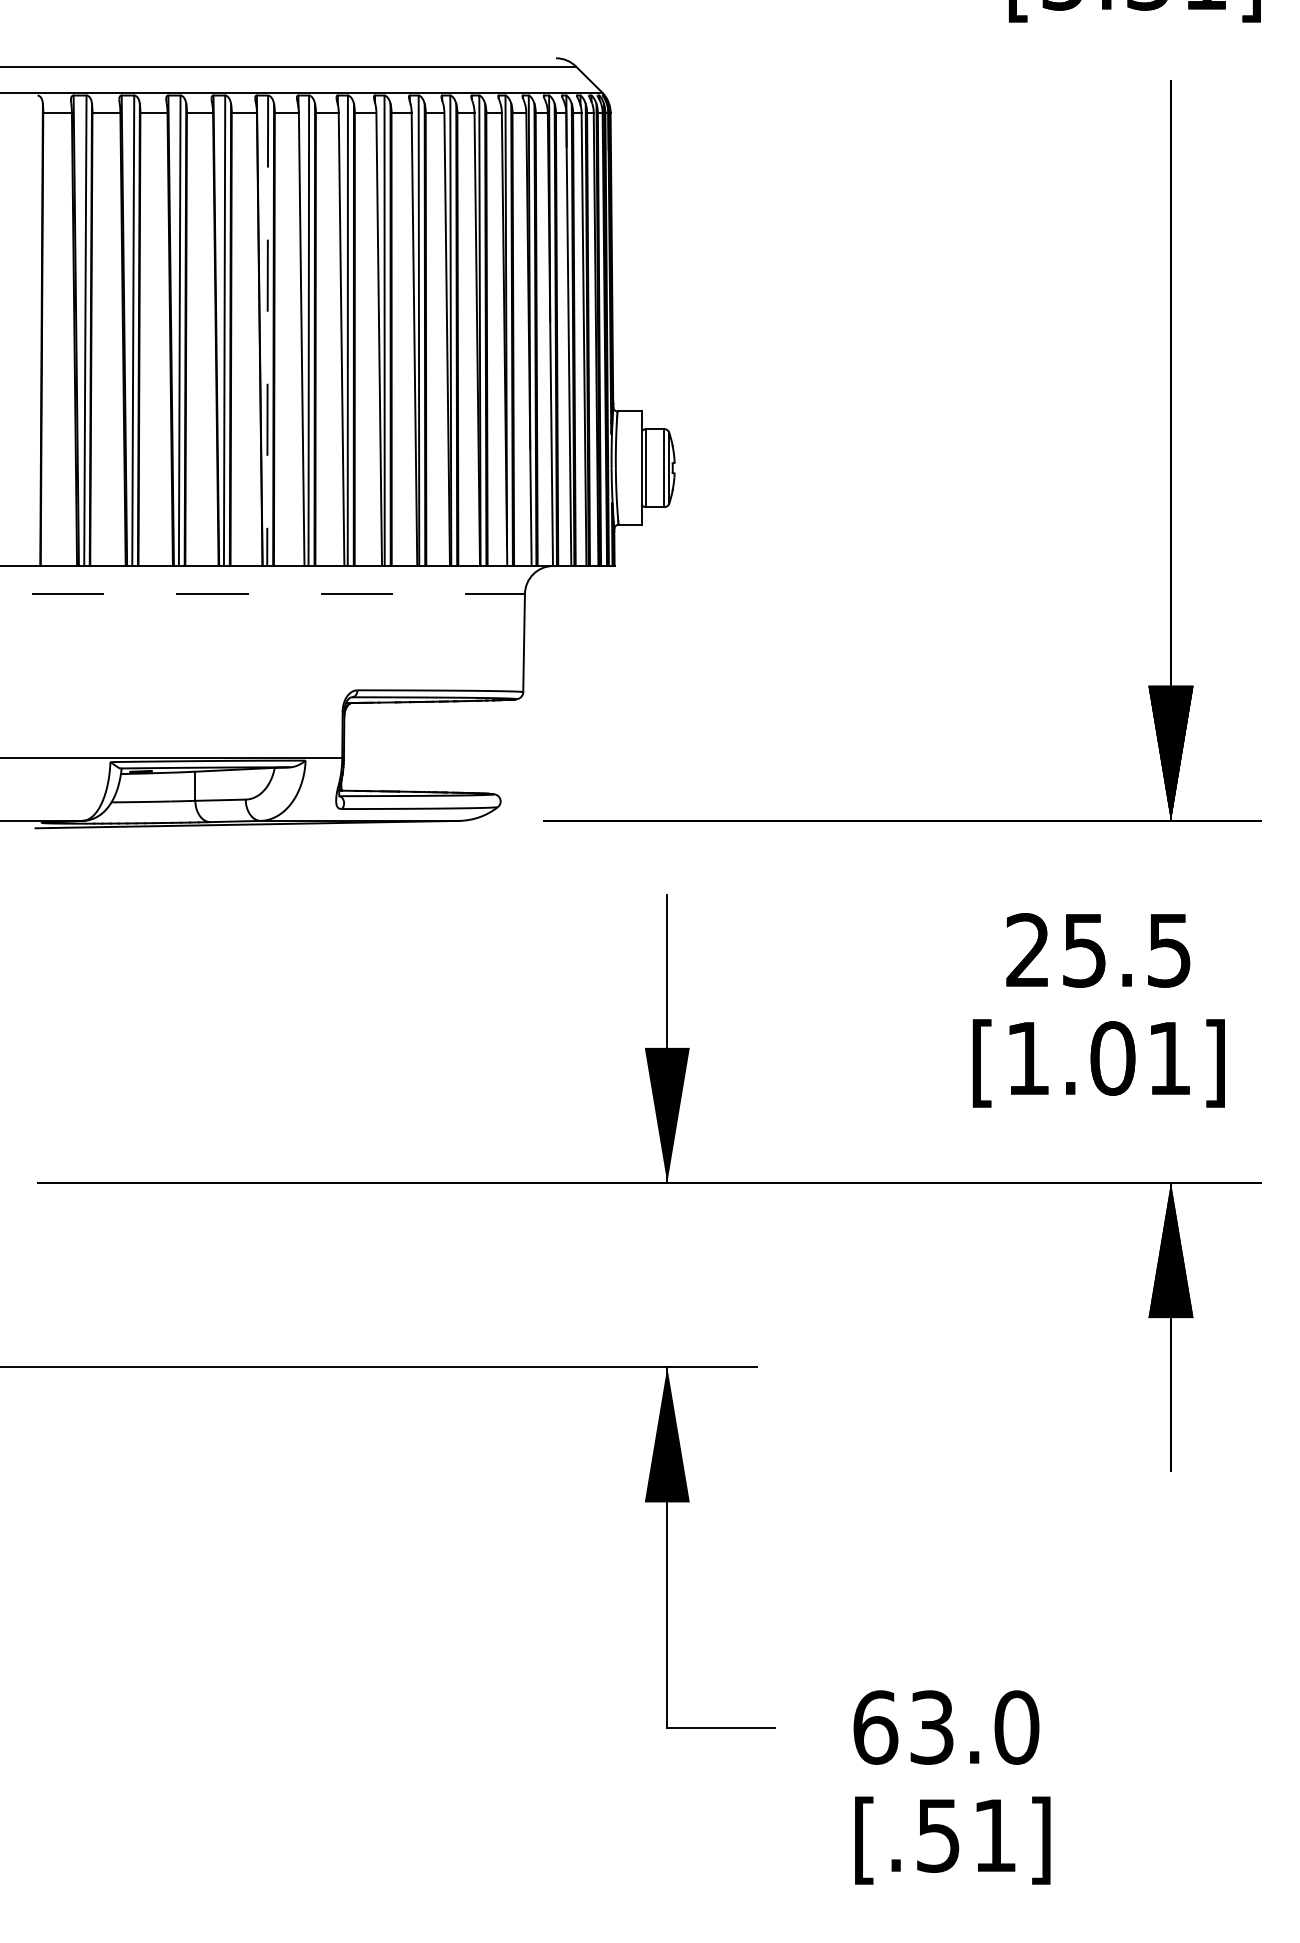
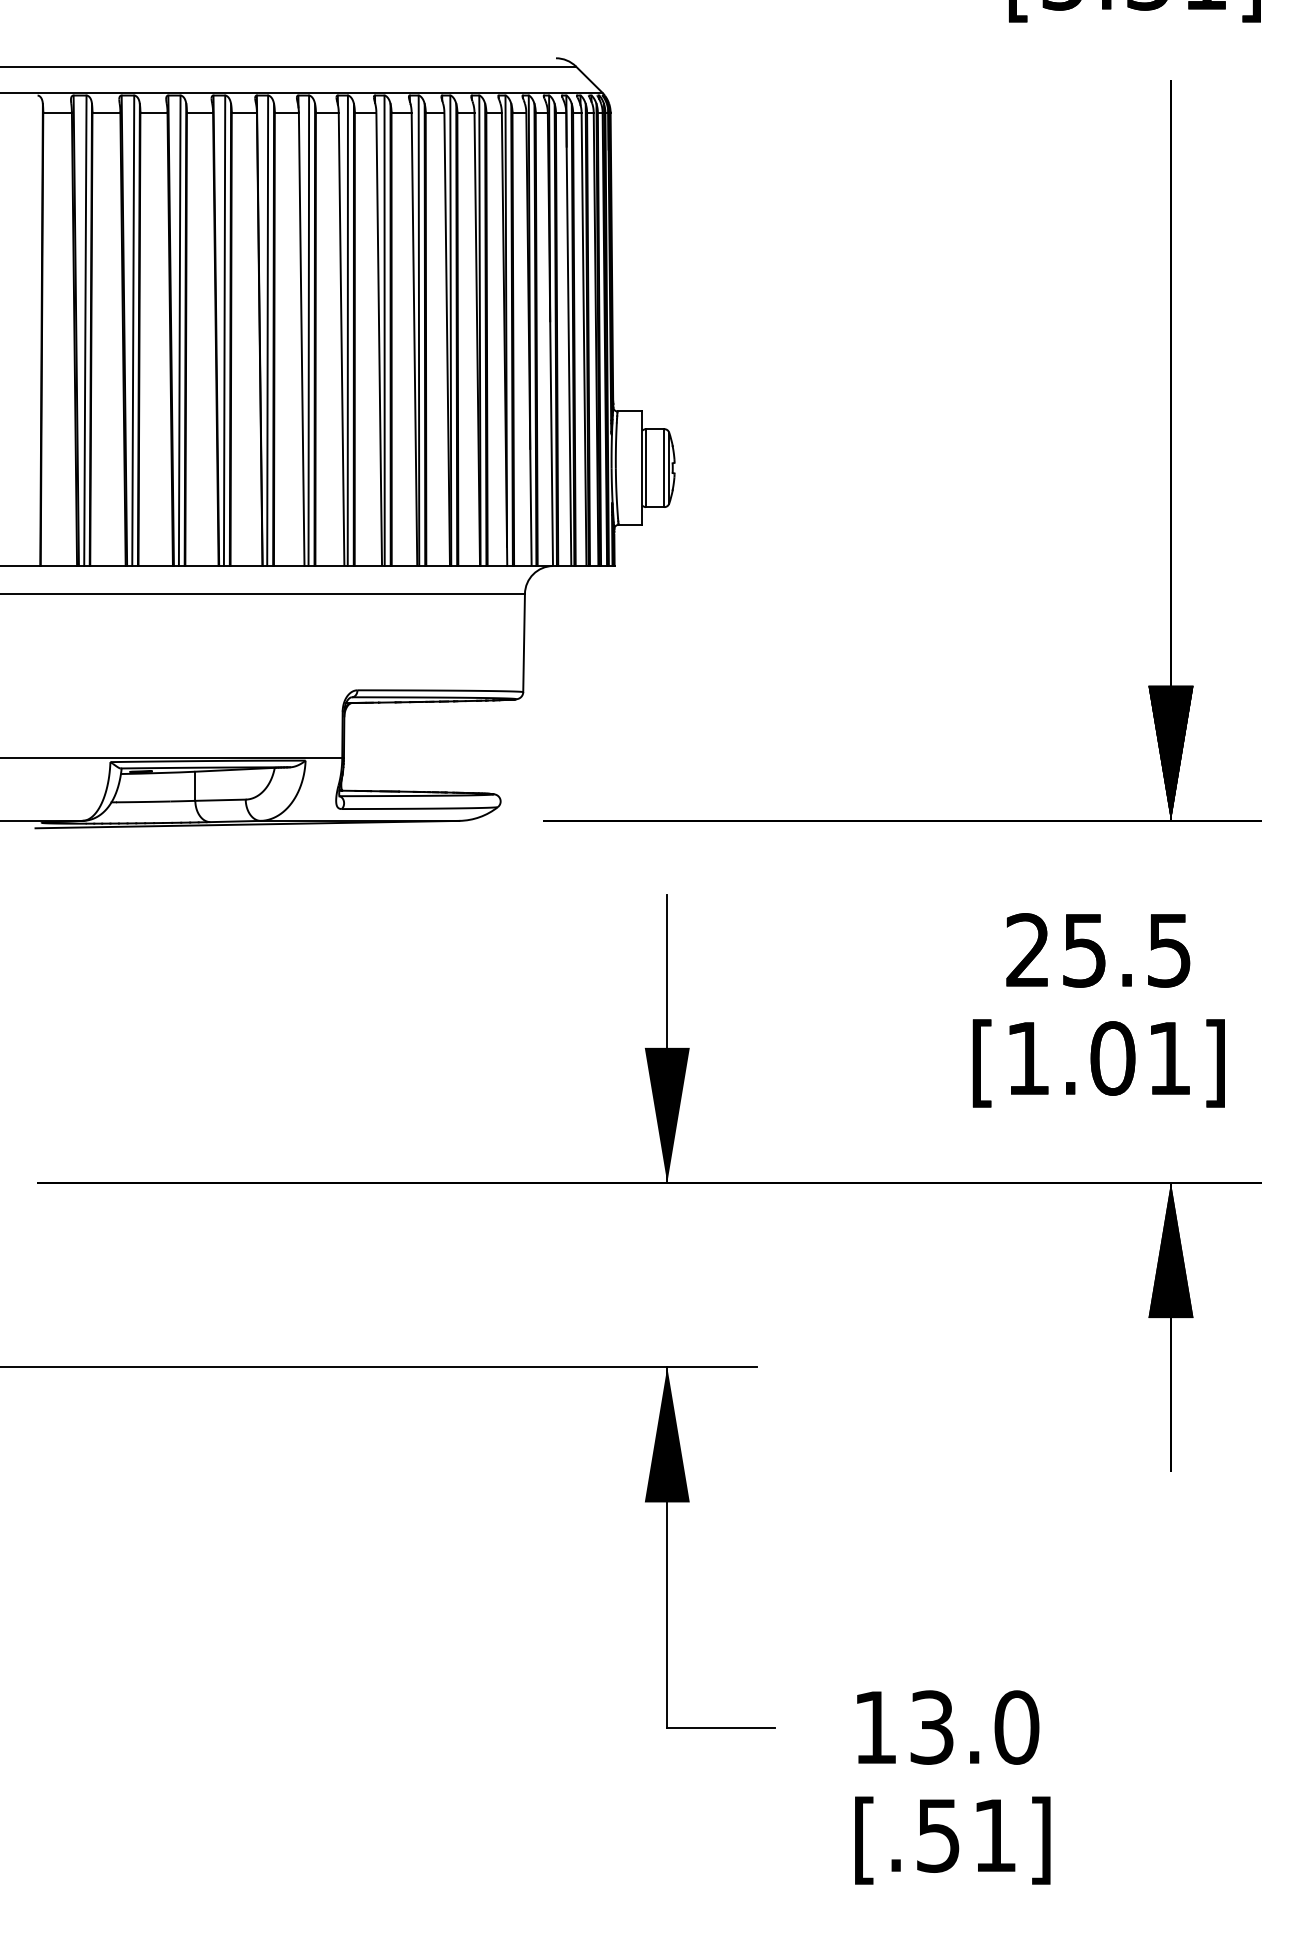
line at (267, 331): dashed -> solid
line at (263, 593): dashed -> solid
text at (875, 1727): 63.0 -> 13.0
